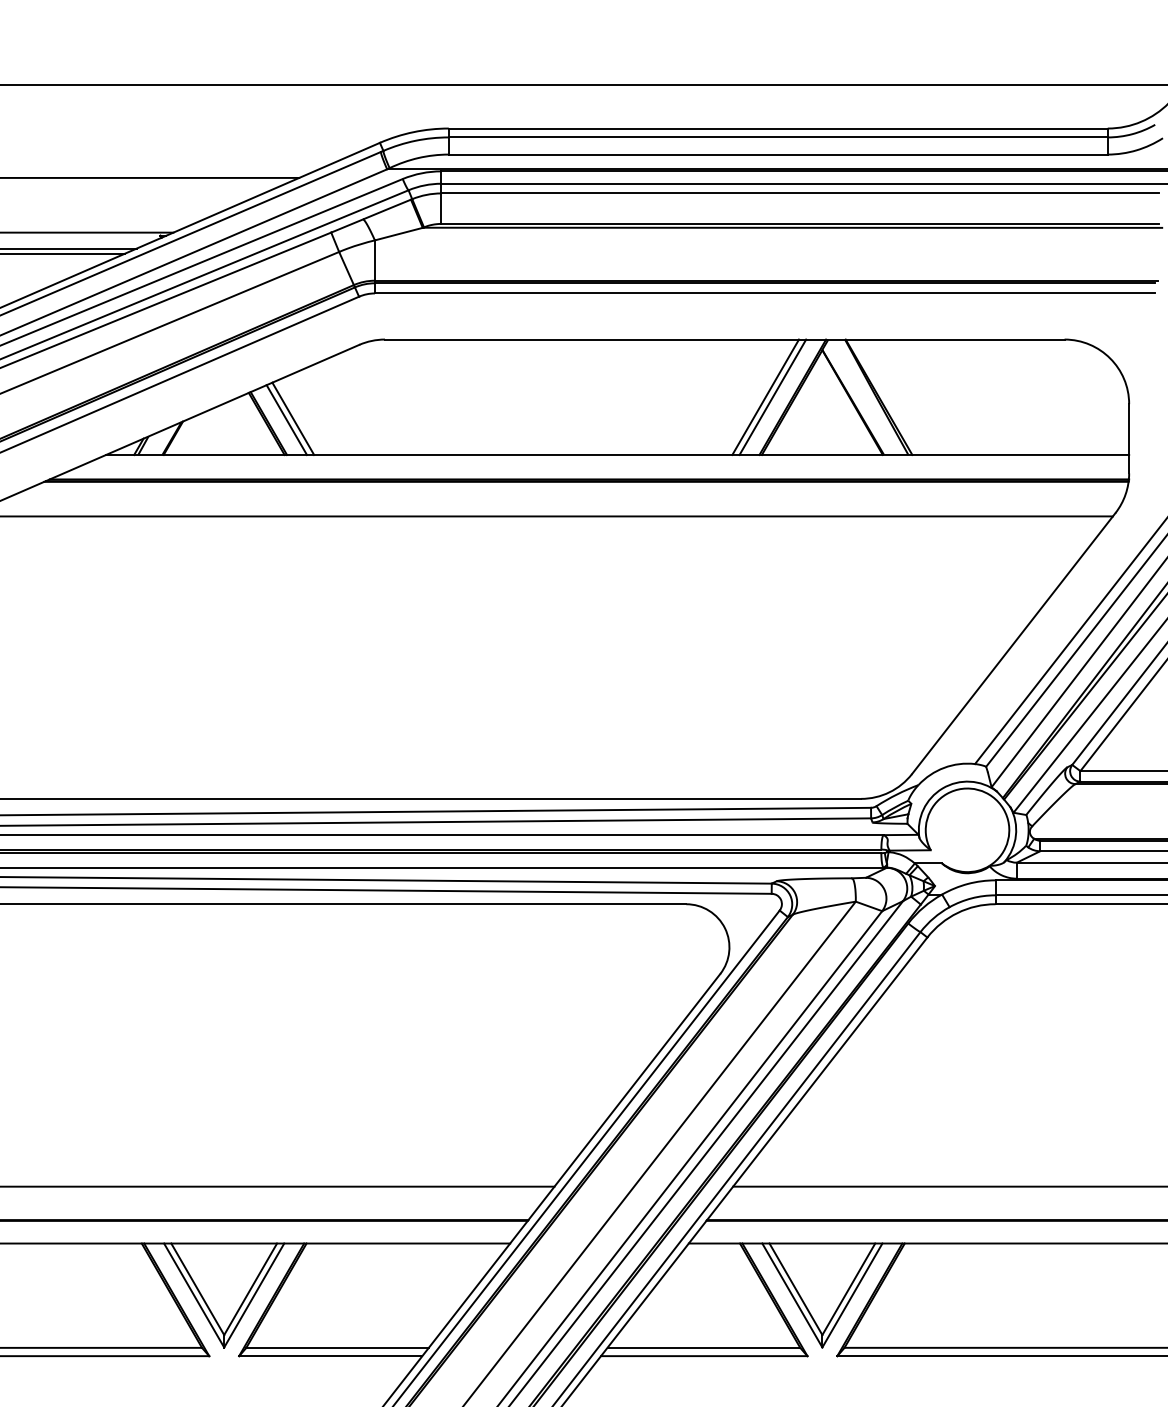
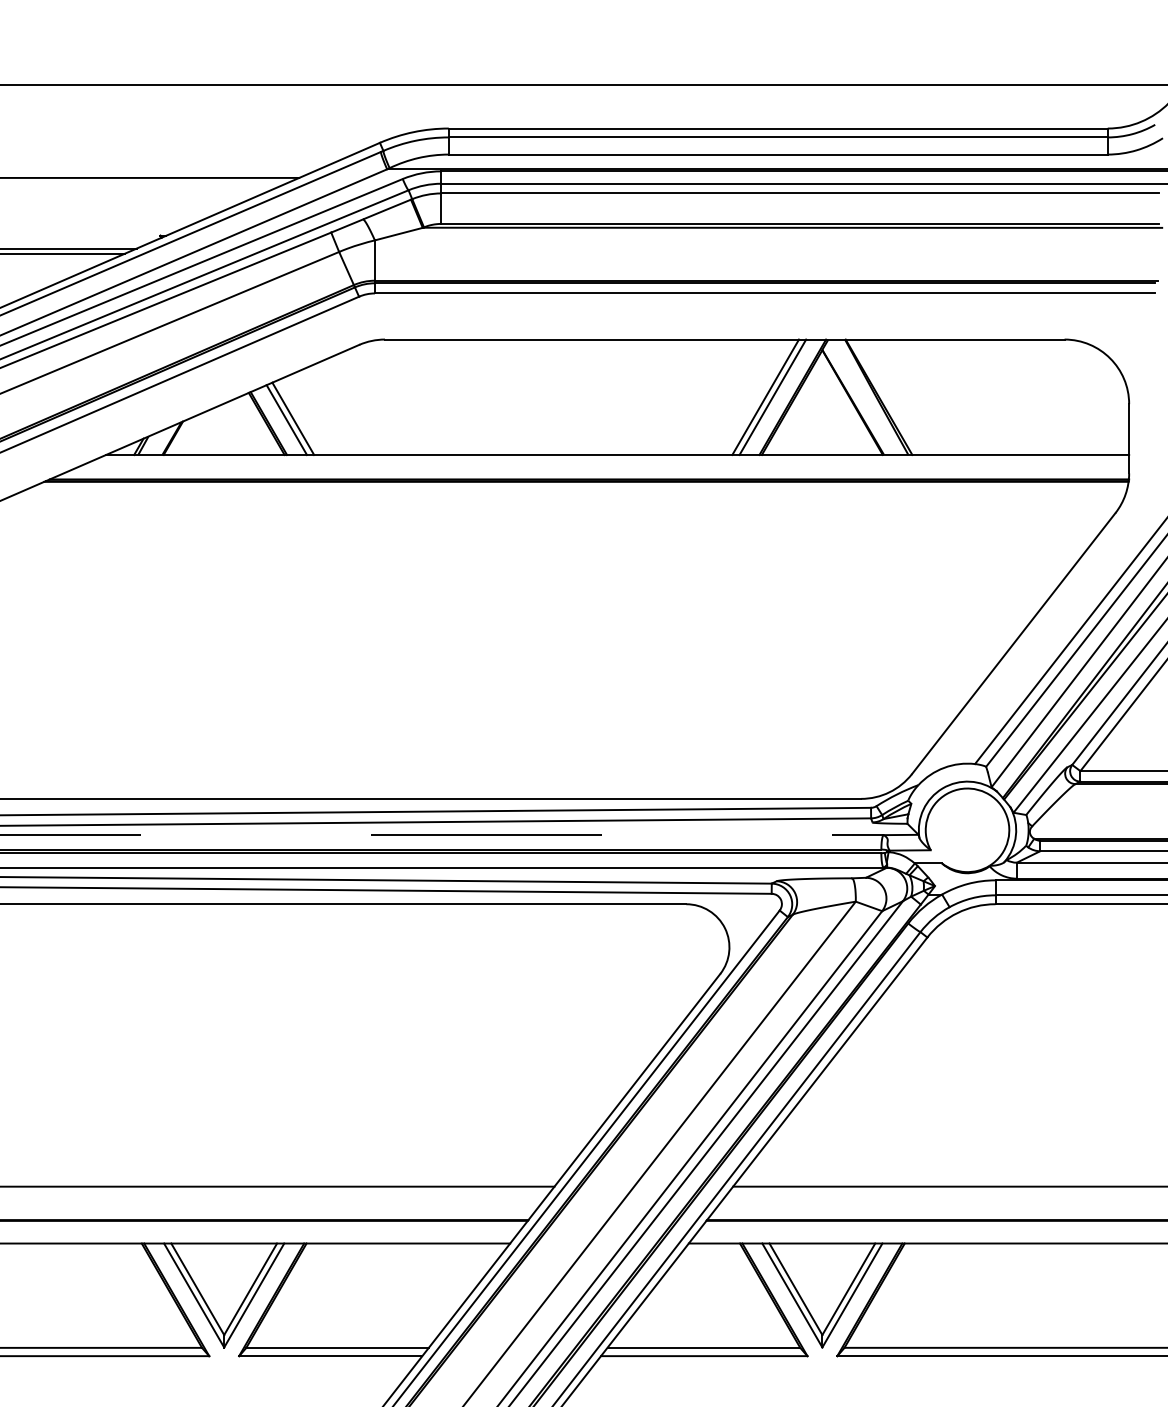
line at (87, 232): present -> none
line at (557, 516): present -> none
line at (441, 835): solid -> dashed
